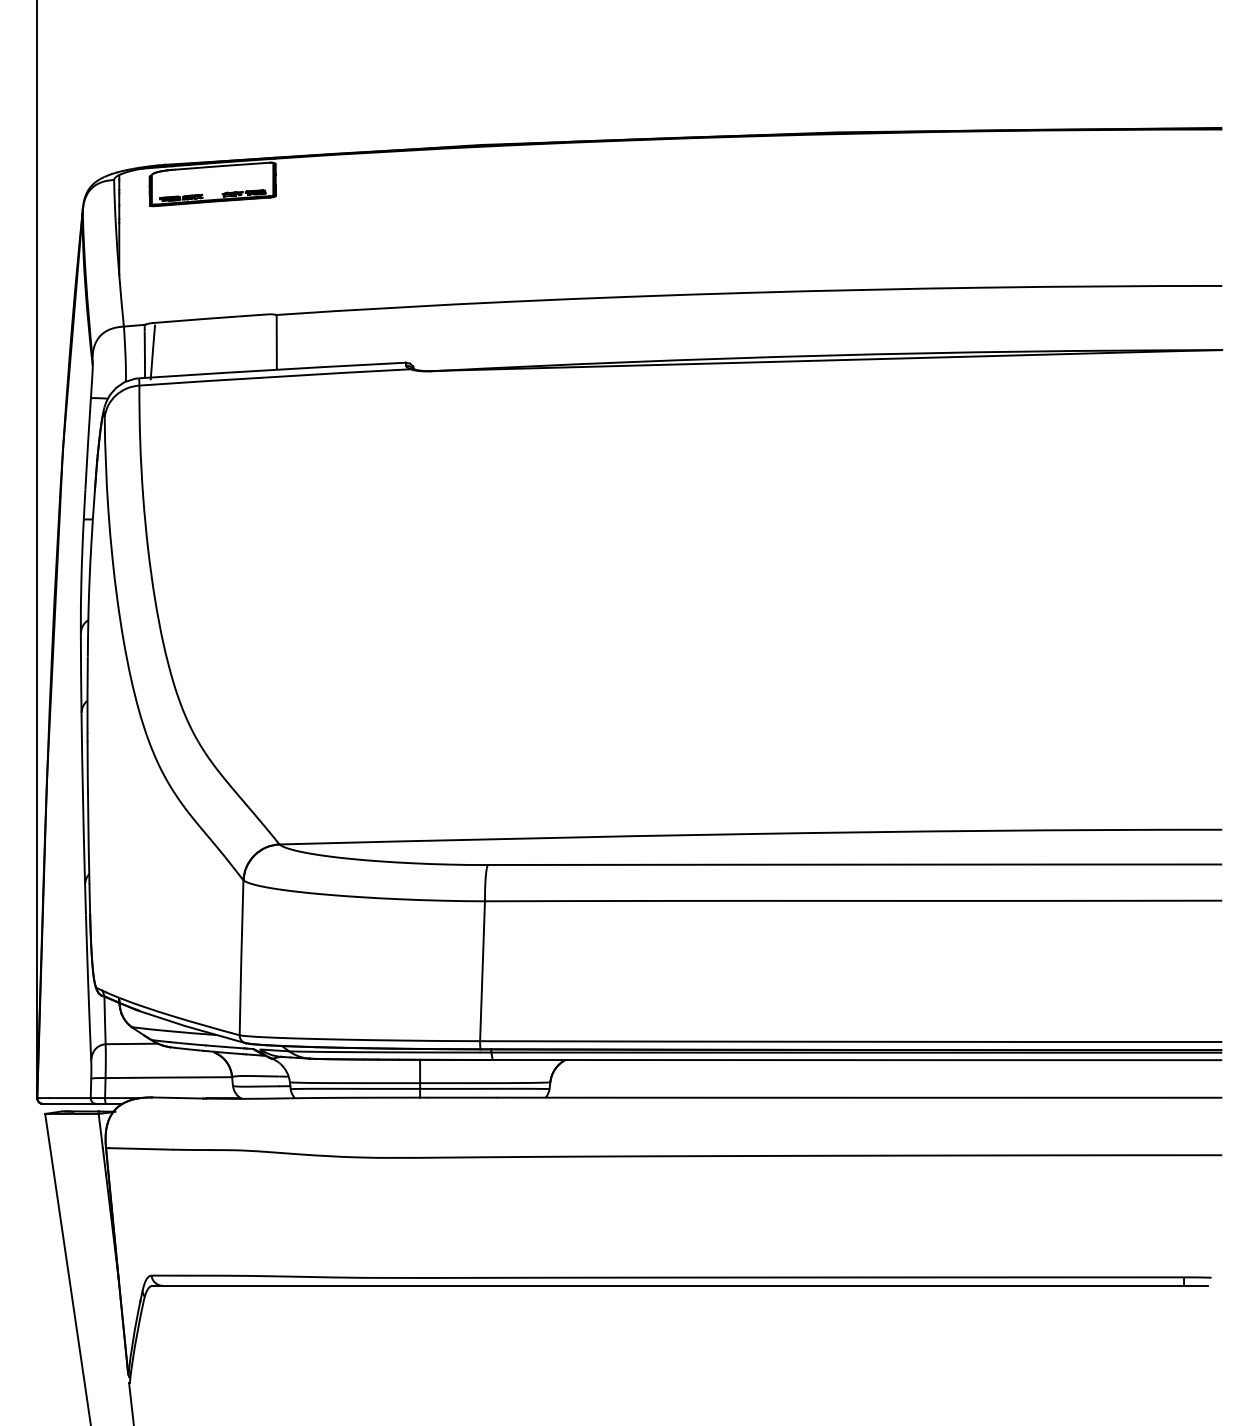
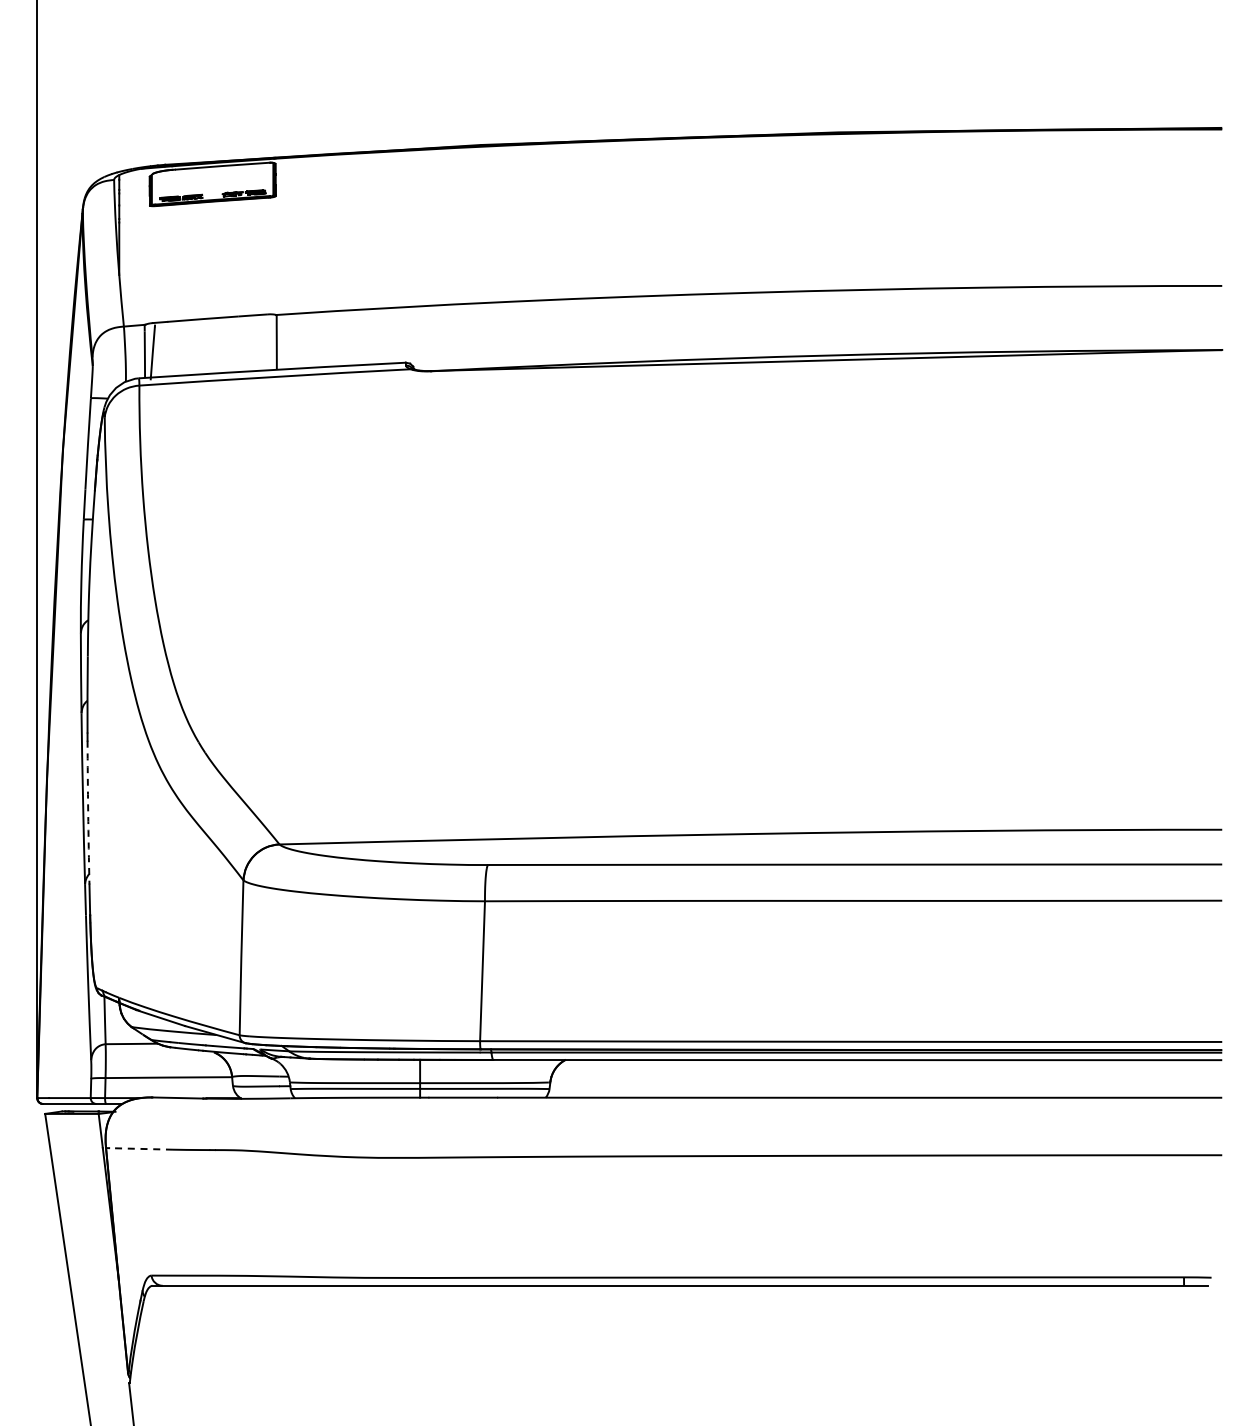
arc at (88, 812): solid -> dashed
line at (141, 1148): solid -> dashed
